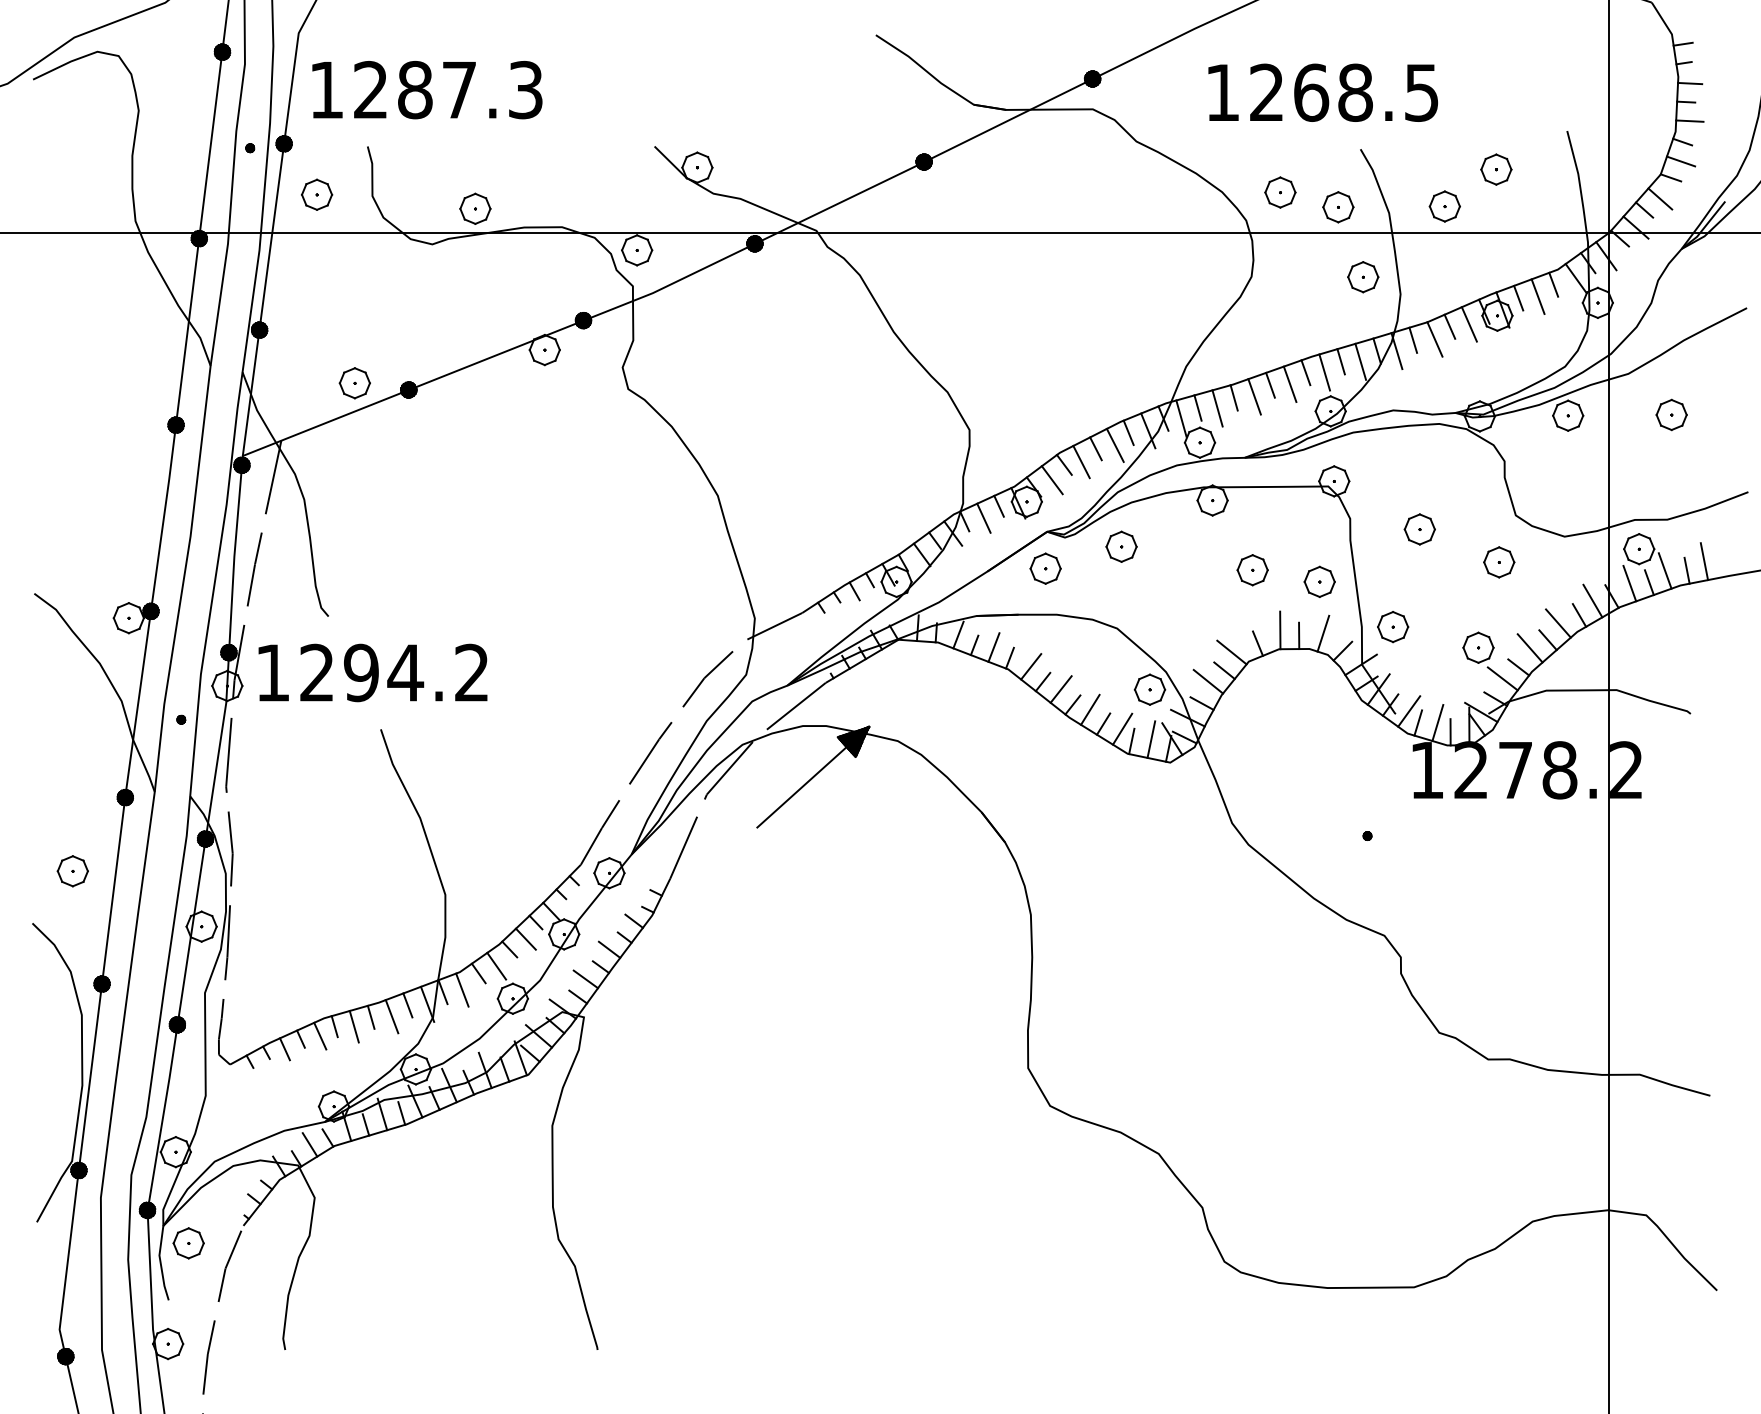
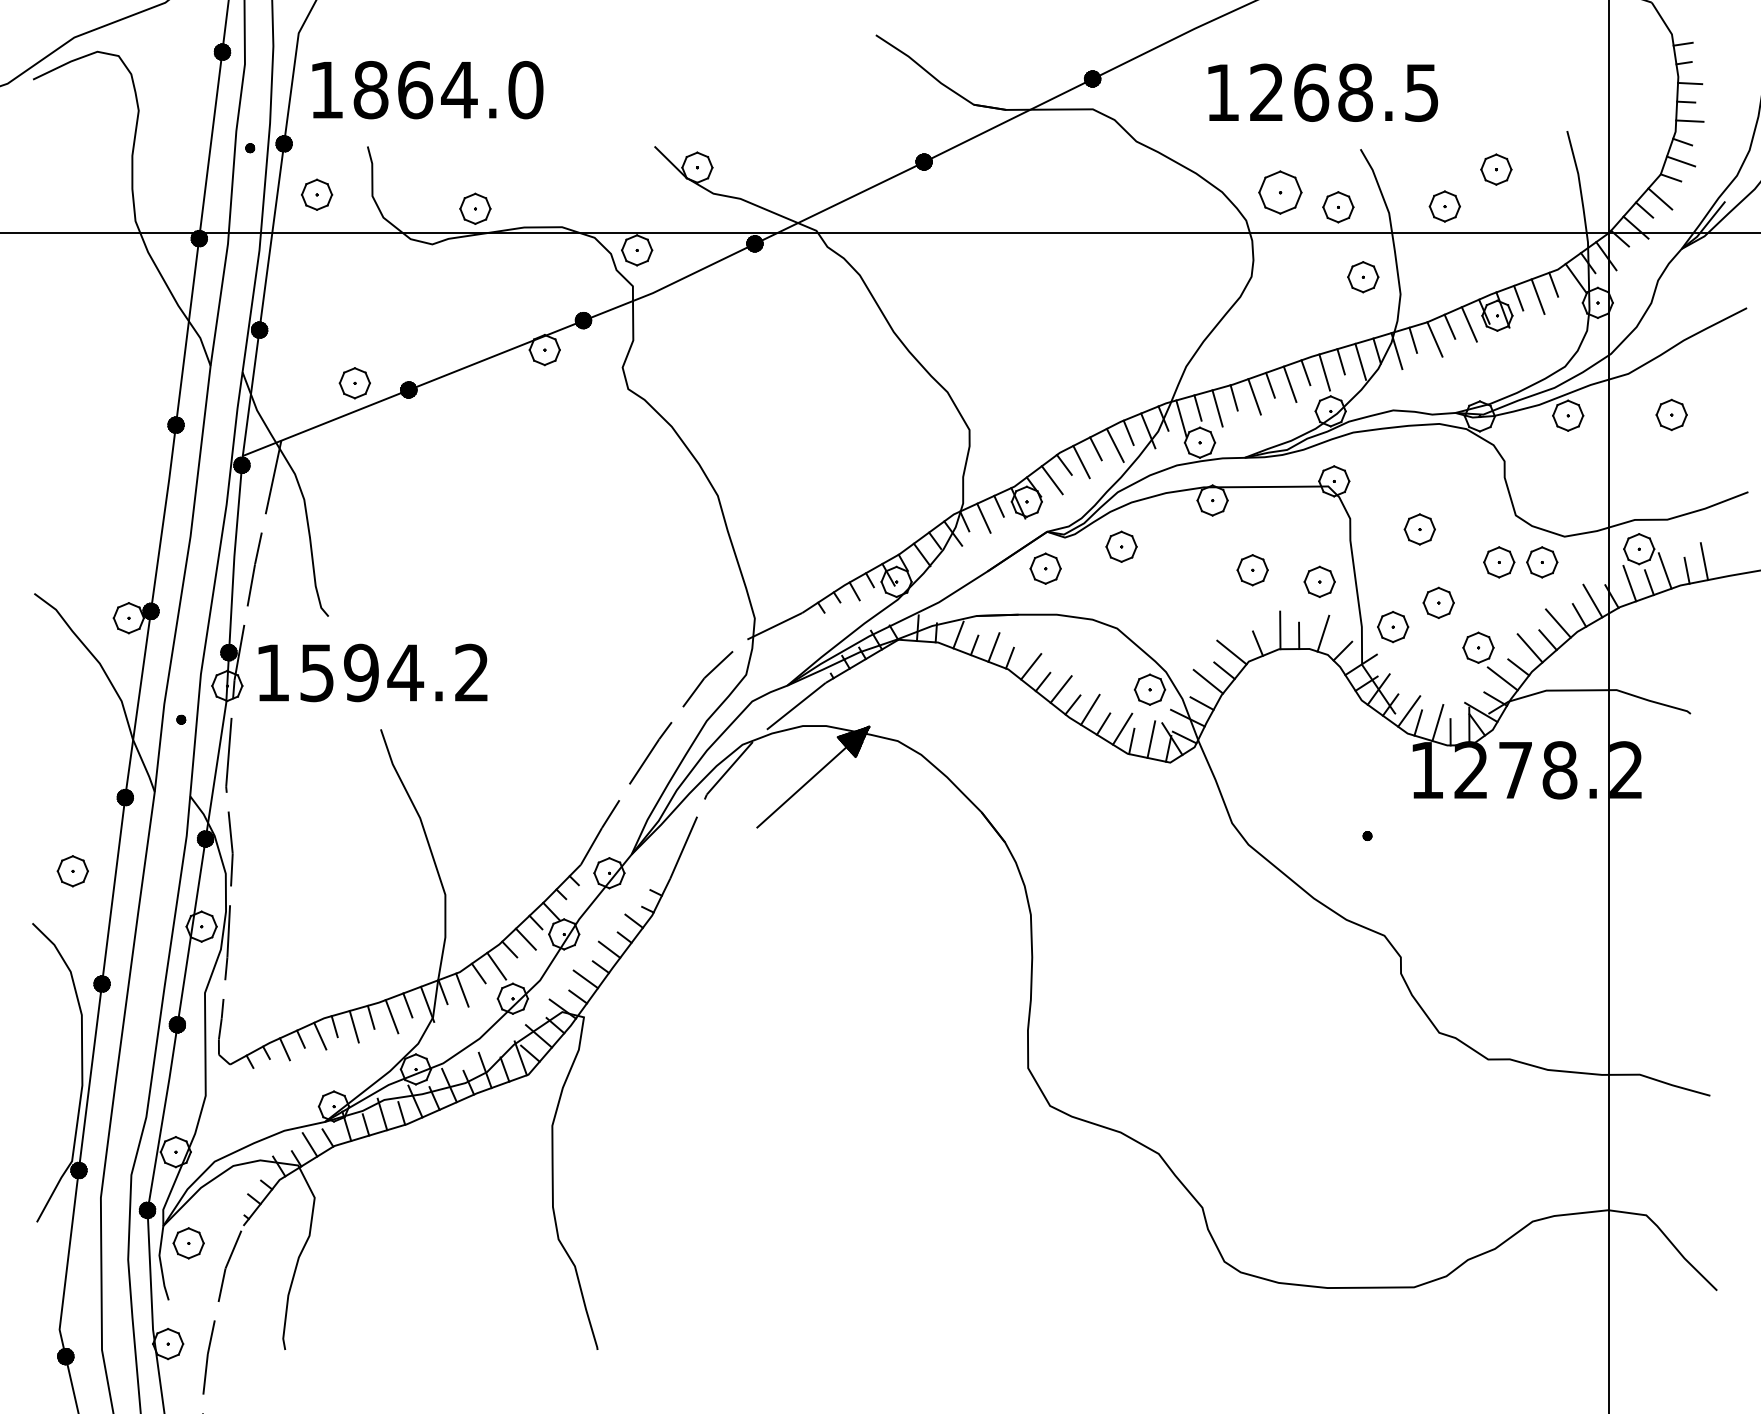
text at (448, 89): 1287.3 -> 1864.0
part at (1280, 192) size: 33x33 px -> 45x45 px
part at (1542, 562): none -> present
part at (1438, 602): none -> present
text at (316, 672): 1294.2 -> 1594.2
